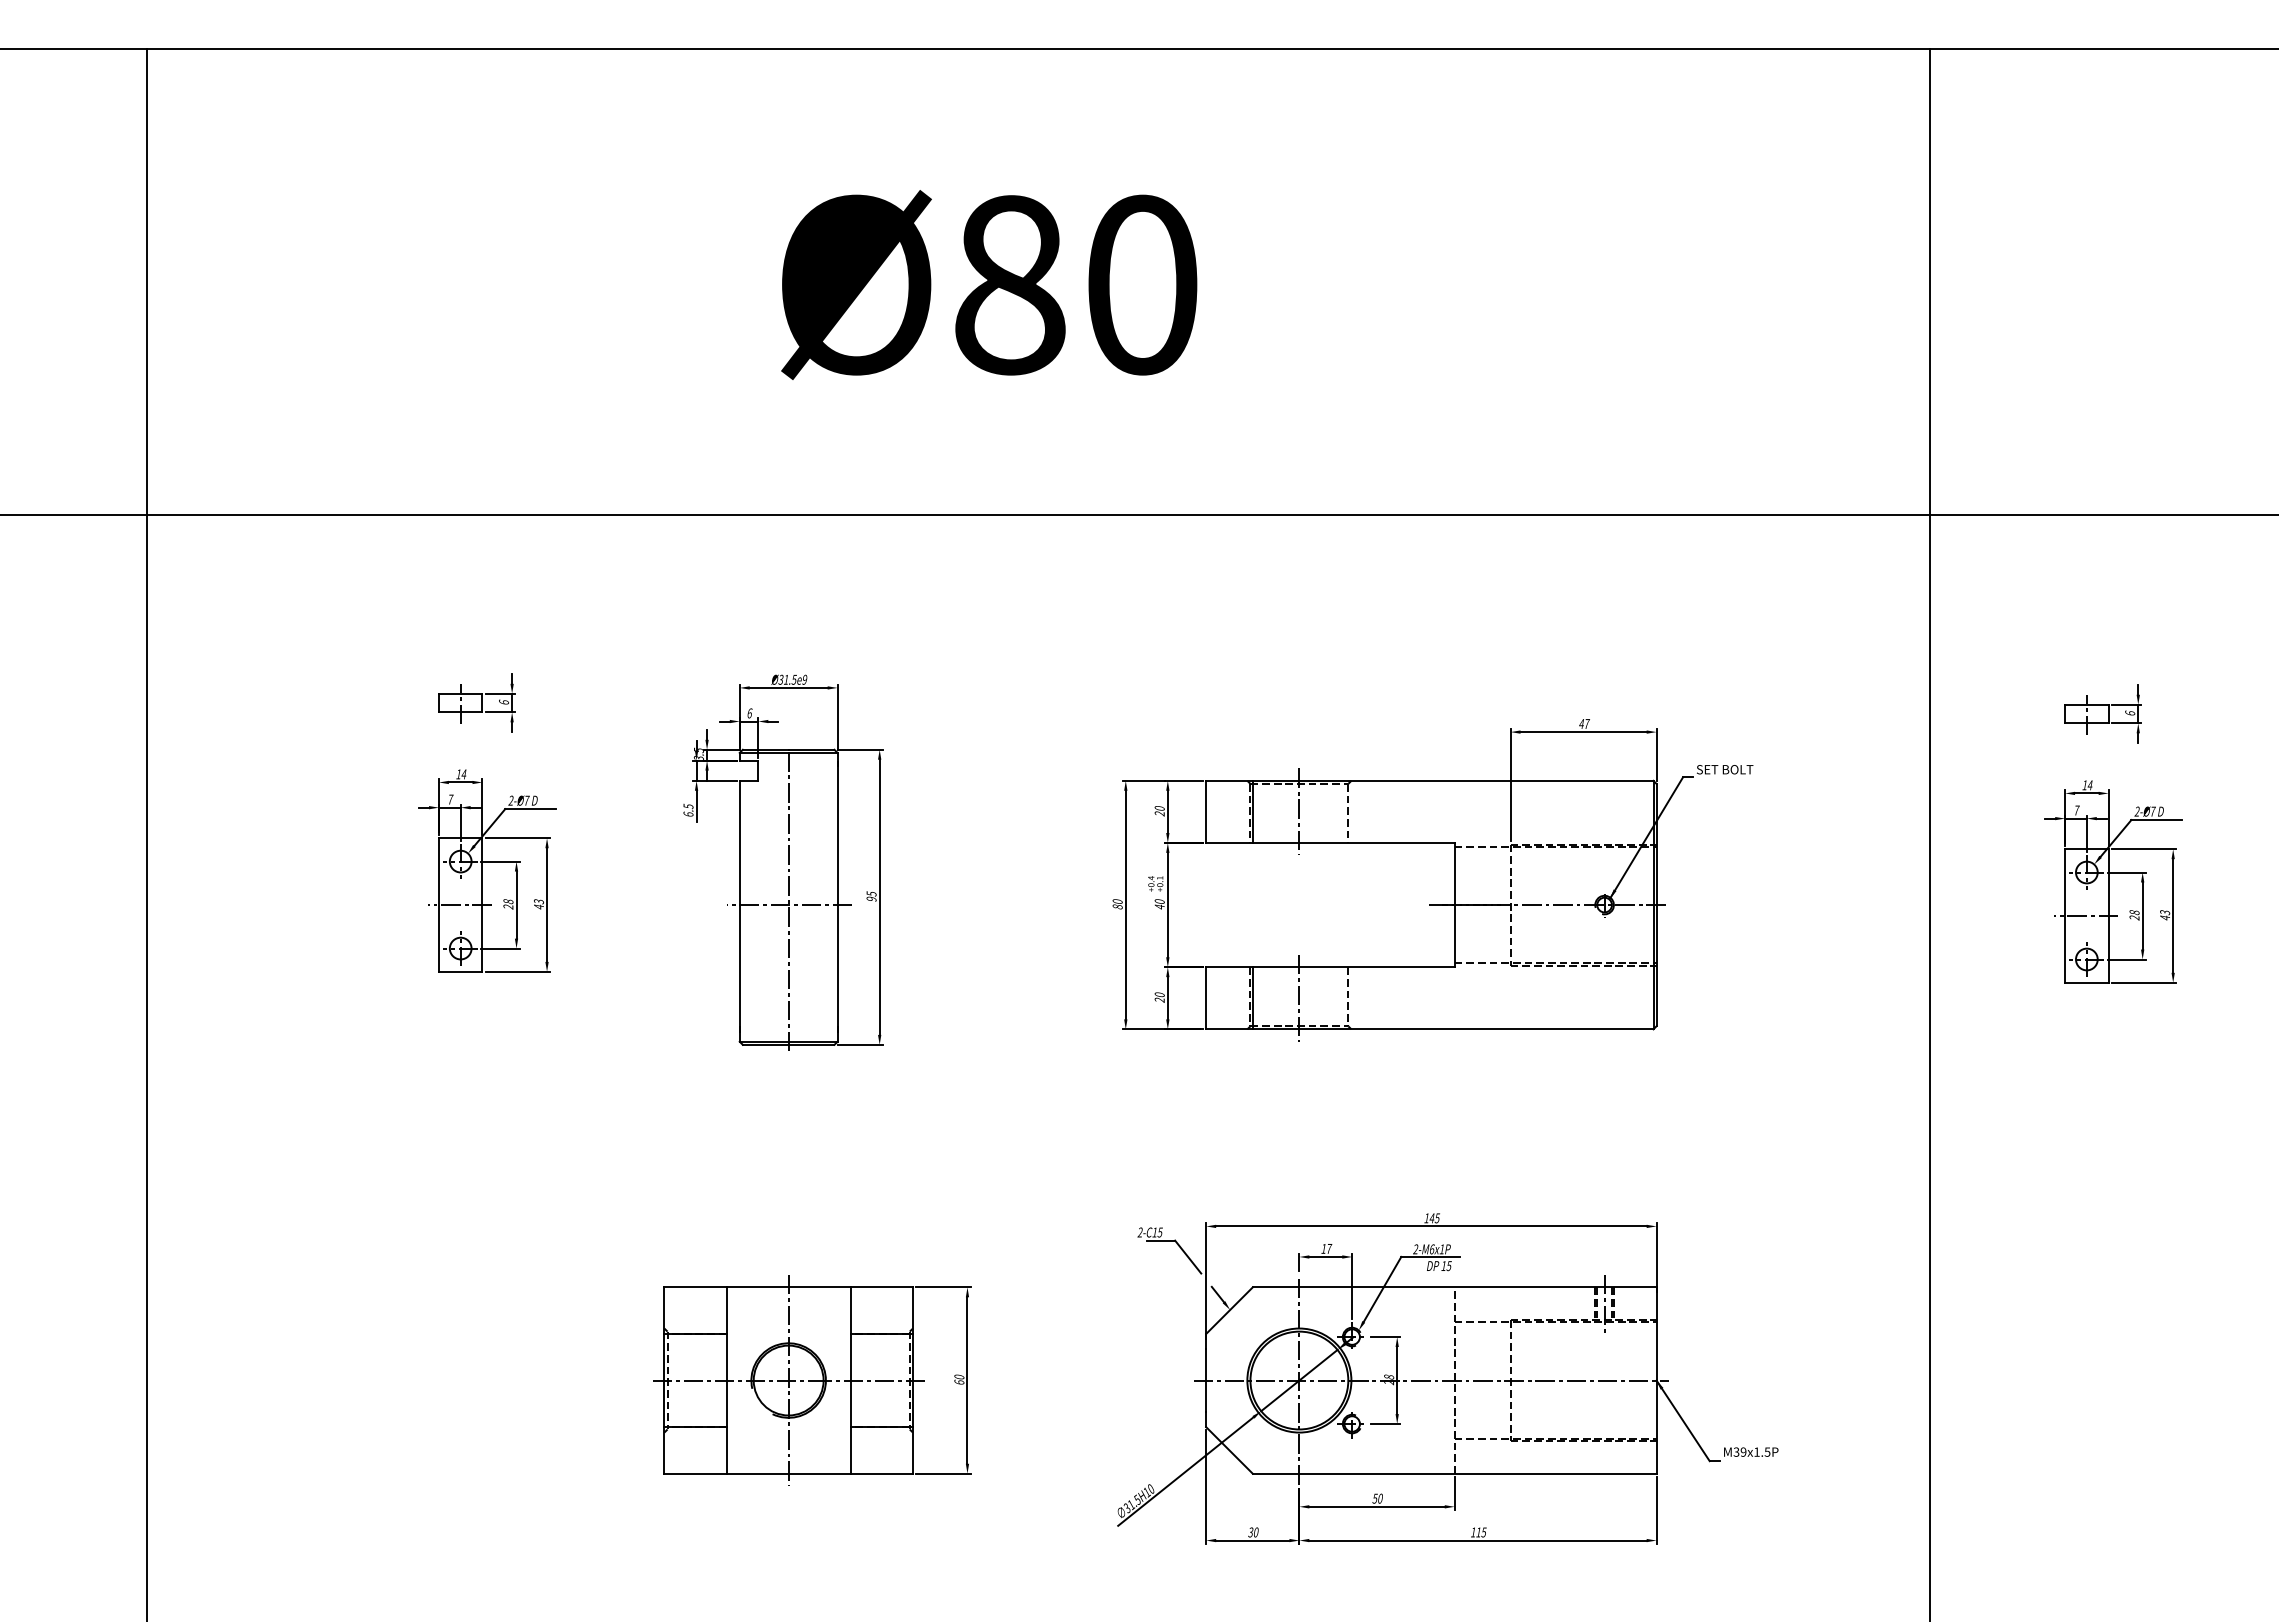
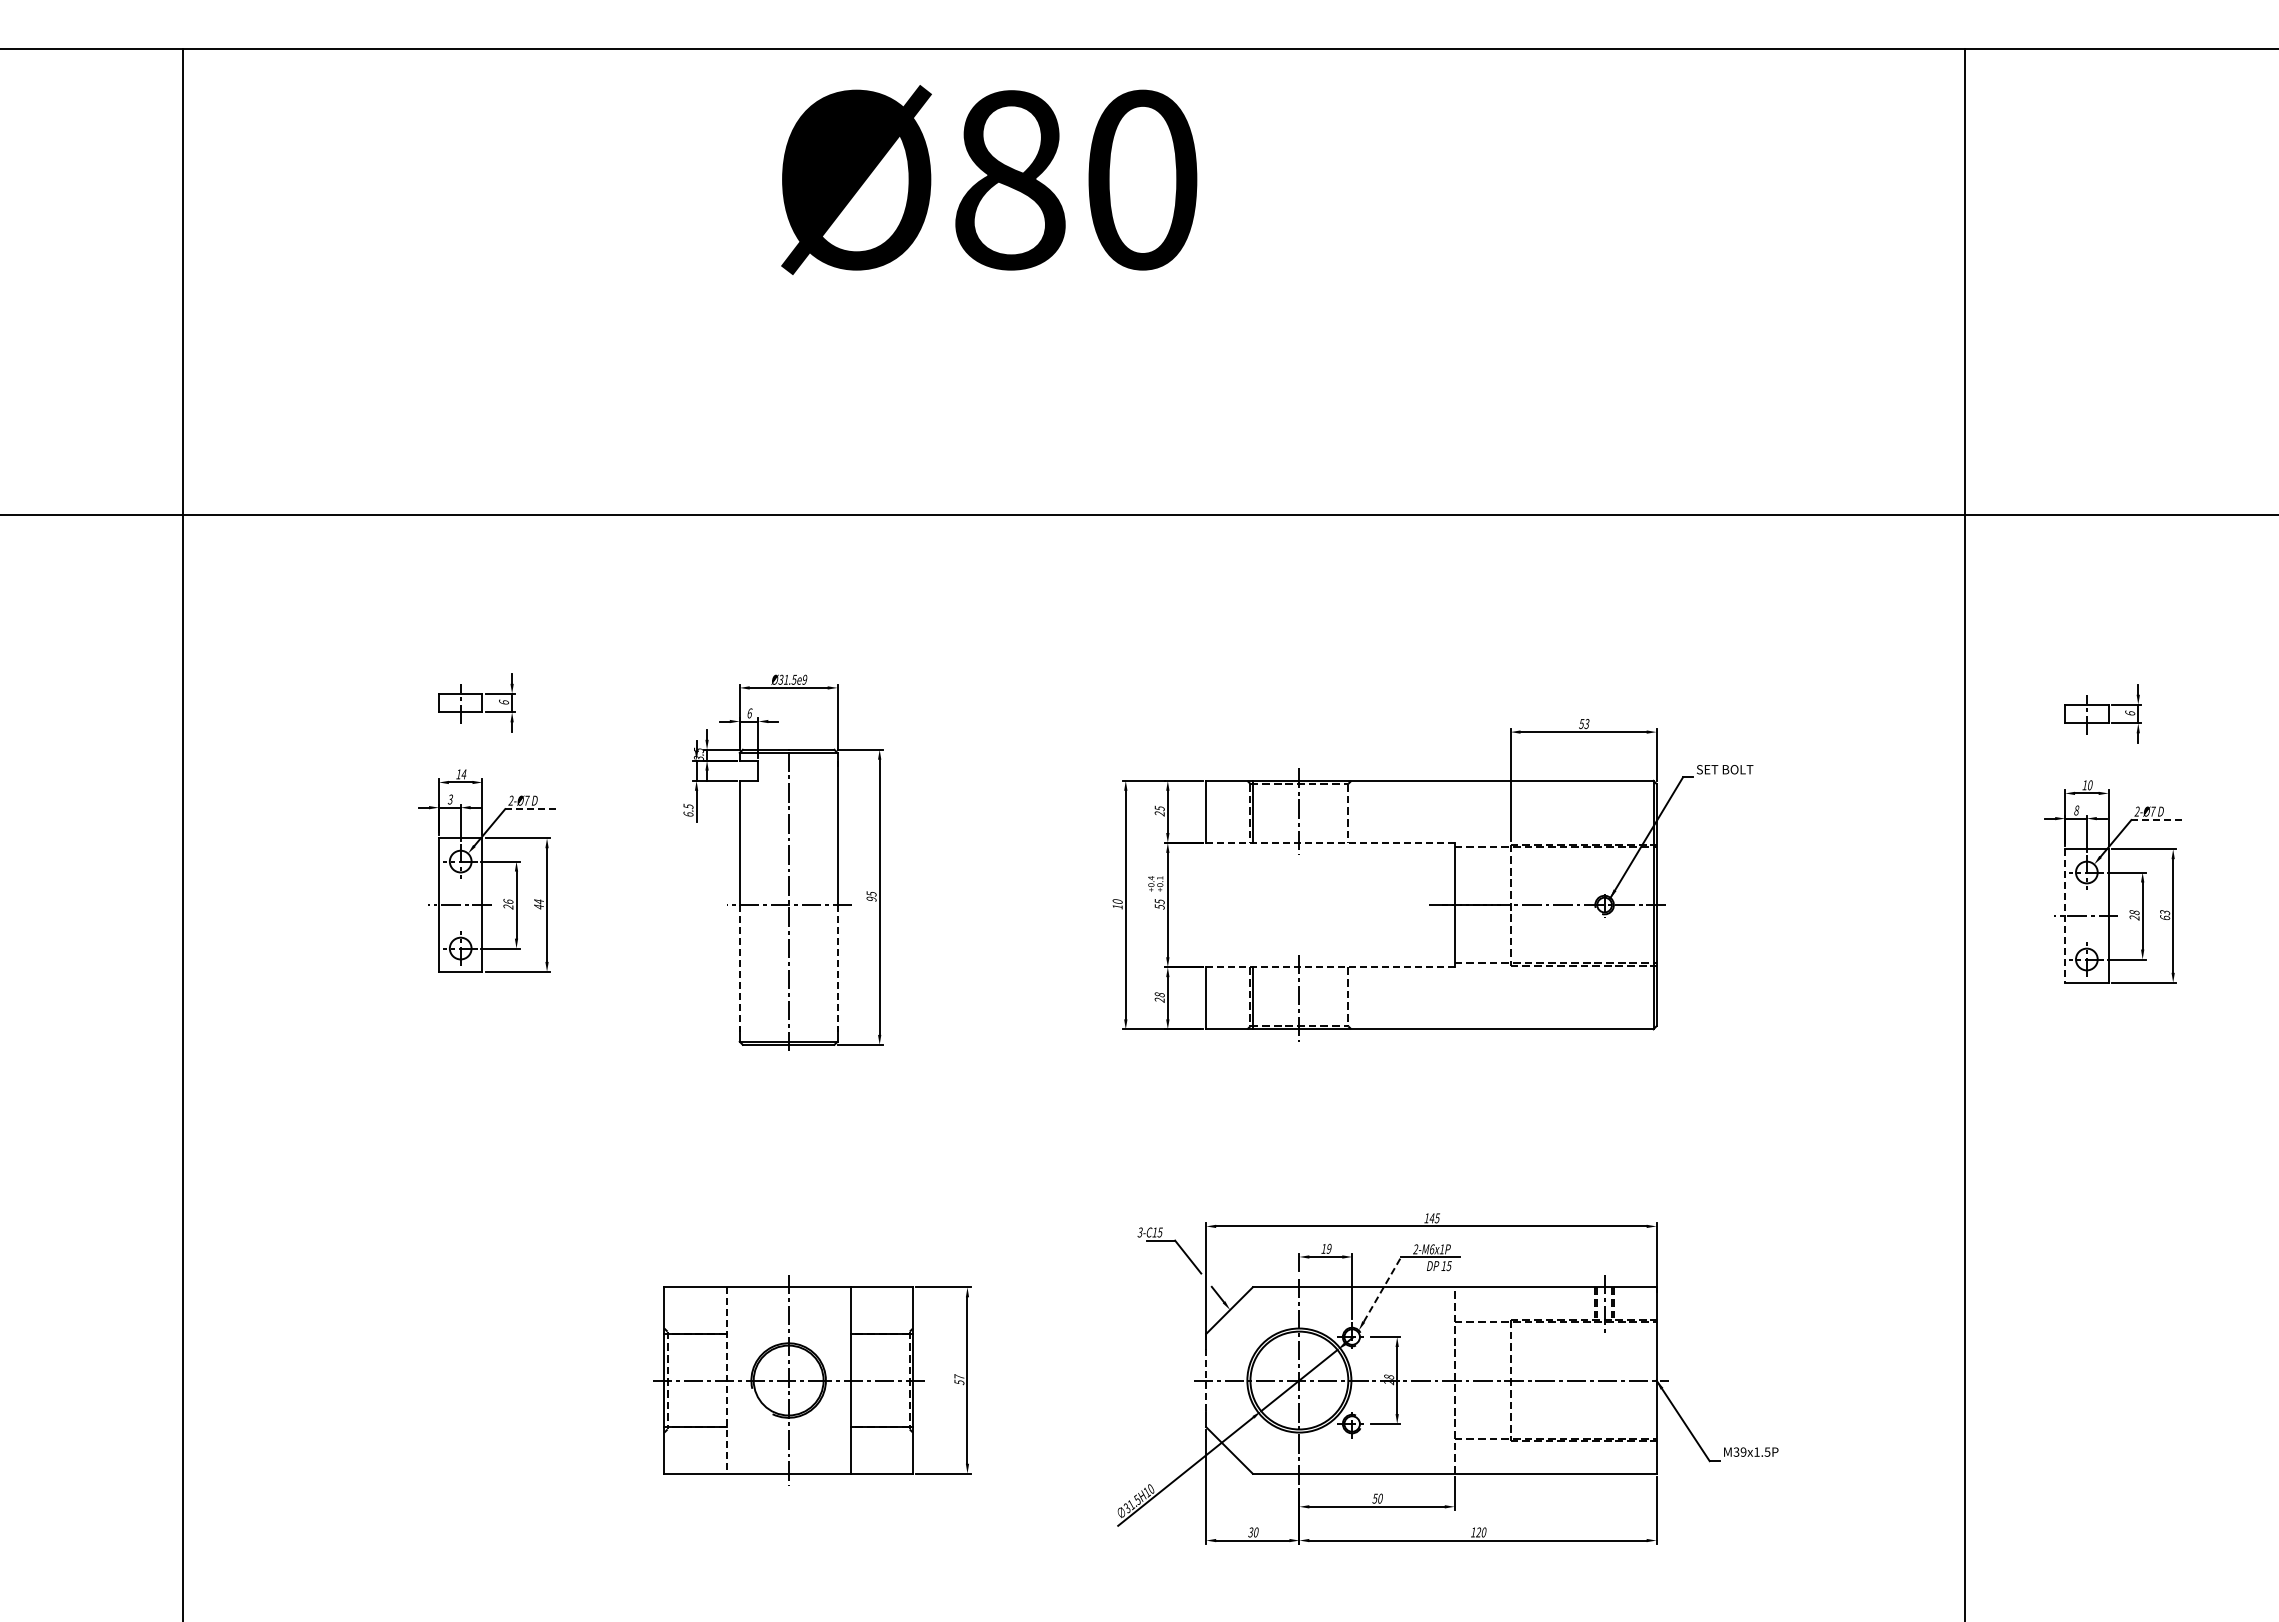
text at (989, 284) position: (989, 284) -> (989, 179)
text at (1584, 724): 47 -> 53
text at (2089, 785): 14 -> 10
text at (450, 799): 7 -> 3
text at (1159, 808): 20 -> 25
line at (531, 809): solid -> dashed
text at (2076, 810): 7 -> 8
line at (2157, 820): solid -> dashed
line at (147, 833) position: (147, 833) -> (183, 833)
line at (1930, 833) position: (1930, 833) -> (1965, 833)
line at (1329, 842): solid -> dashed
text at (508, 901): 28 -> 26
text at (538, 901): 43 -> 44
text at (1159, 904): 40 -> 55
text at (1117, 906): 80 -> 10
line at (2065, 916): solid -> dashed
text at (2165, 917): 43 -> 63
line at (1330, 967): solid -> dashed
line at (739, 968): solid -> dashed
line at (837, 968): solid -> dashed
text at (1159, 994): 20 -> 28
text at (1139, 1232): 2-C15 -> 3-C15
text at (1329, 1248): 17 -> 19
line at (1382, 1289): solid -> dashed
text at (959, 1379): 60 -> 57
line at (726, 1381): solid -> dashed
line at (1206, 1381): solid -> dashed
text at (1481, 1532): 115 -> 120
